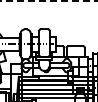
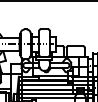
line at (48, 1): dashed -> solid
